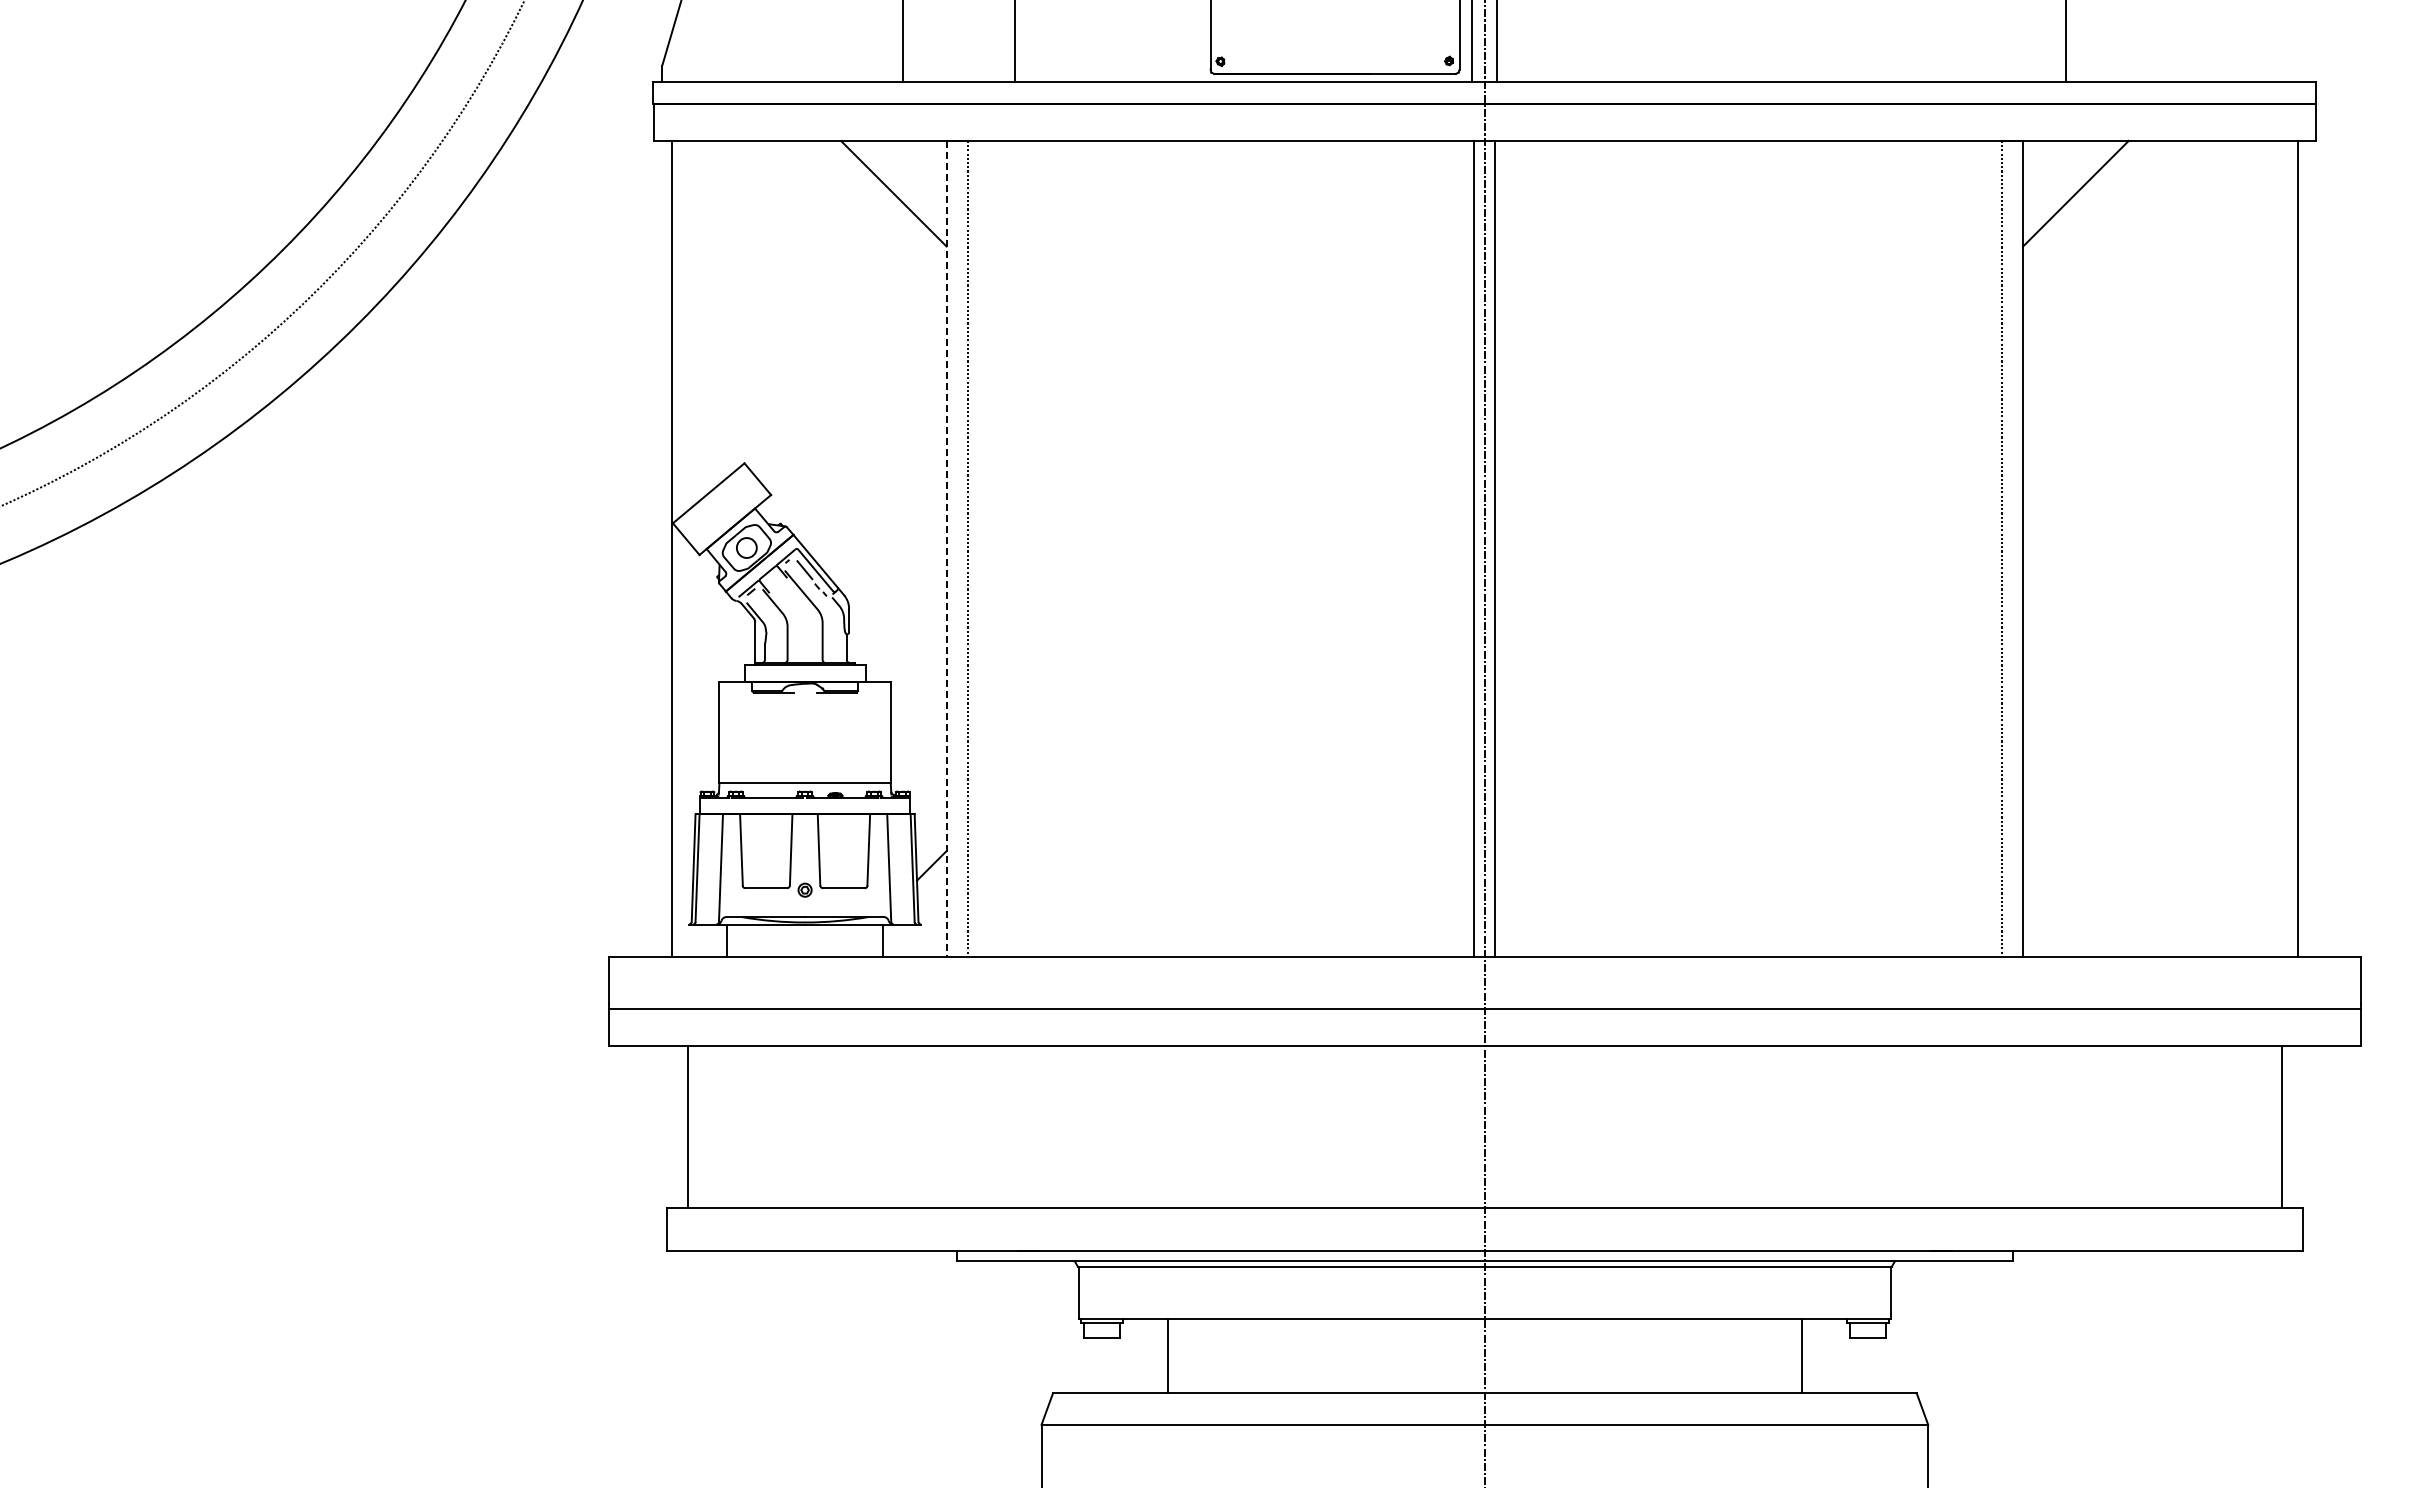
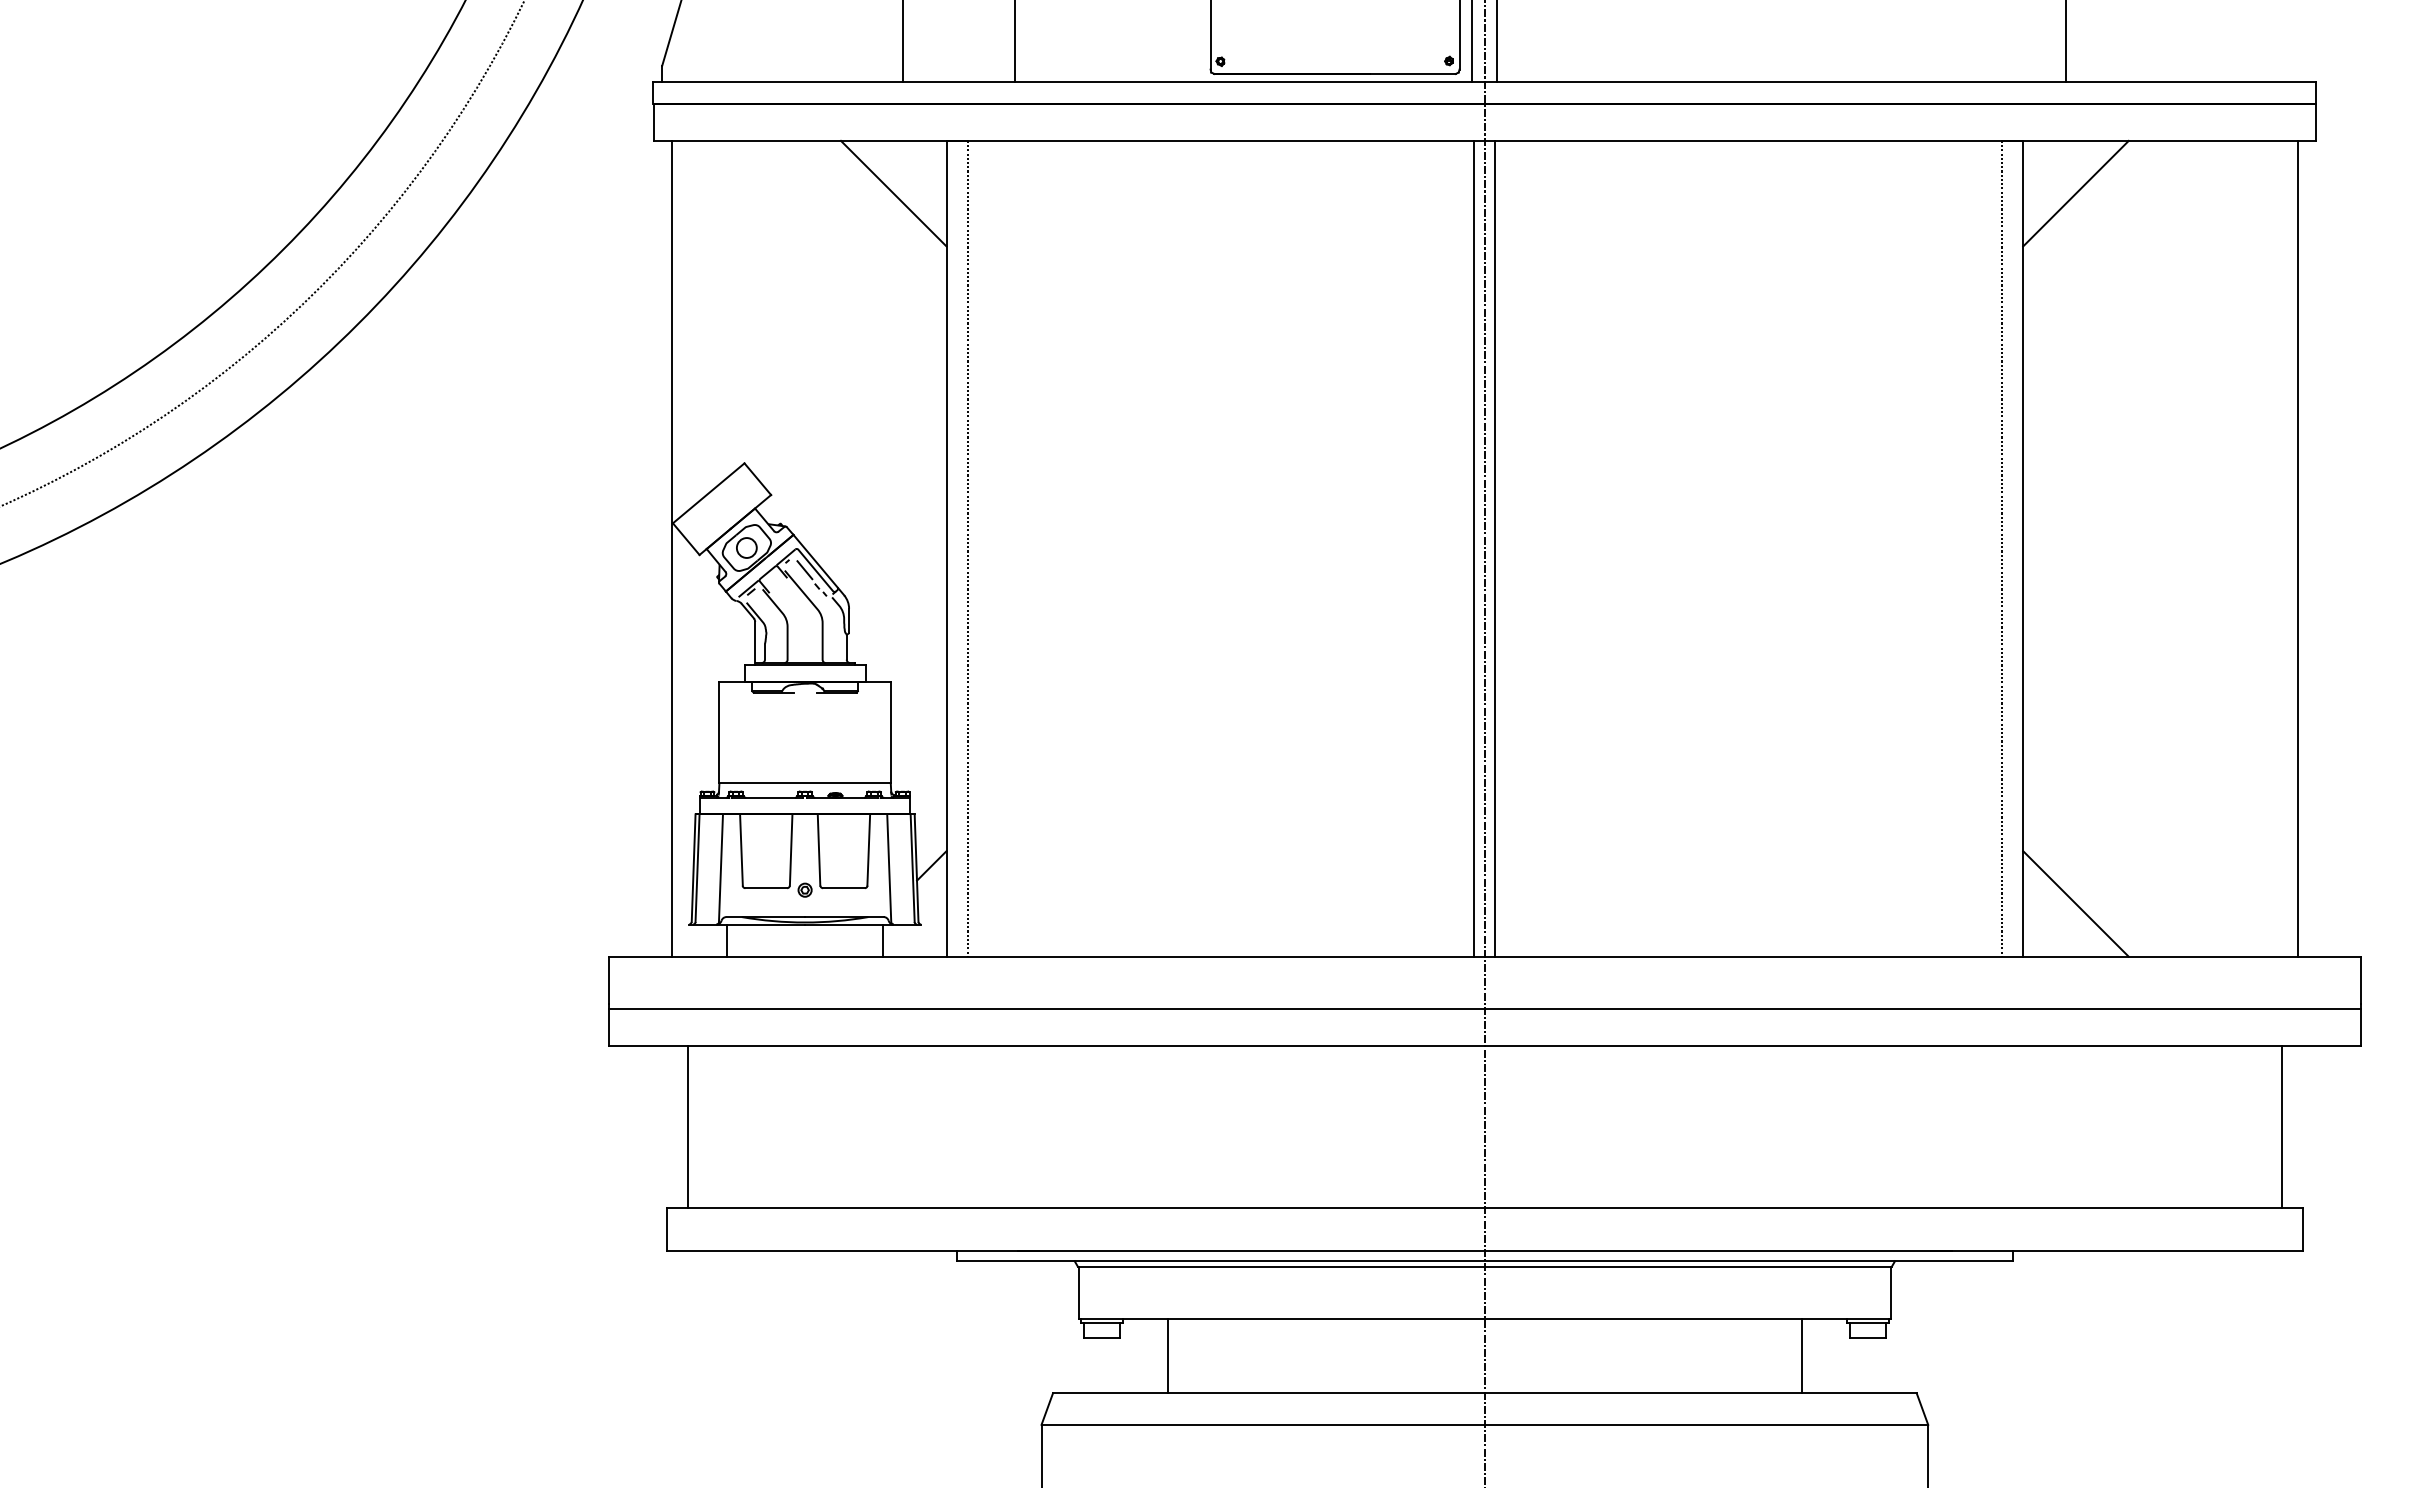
line at (946, 548): dashed -> solid
line at (2075, 903): none -> present
